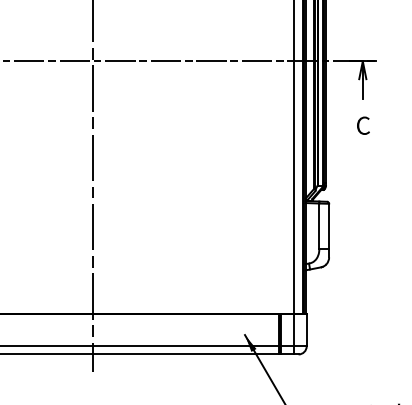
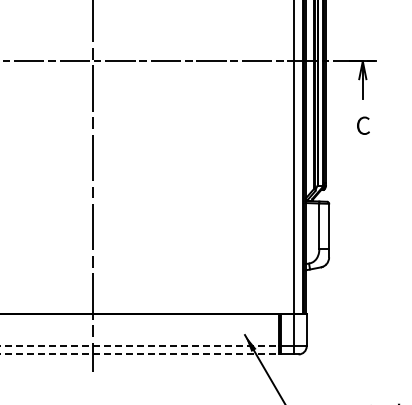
line at (140, 346): solid -> dashed
line at (140, 354): solid -> dashed
